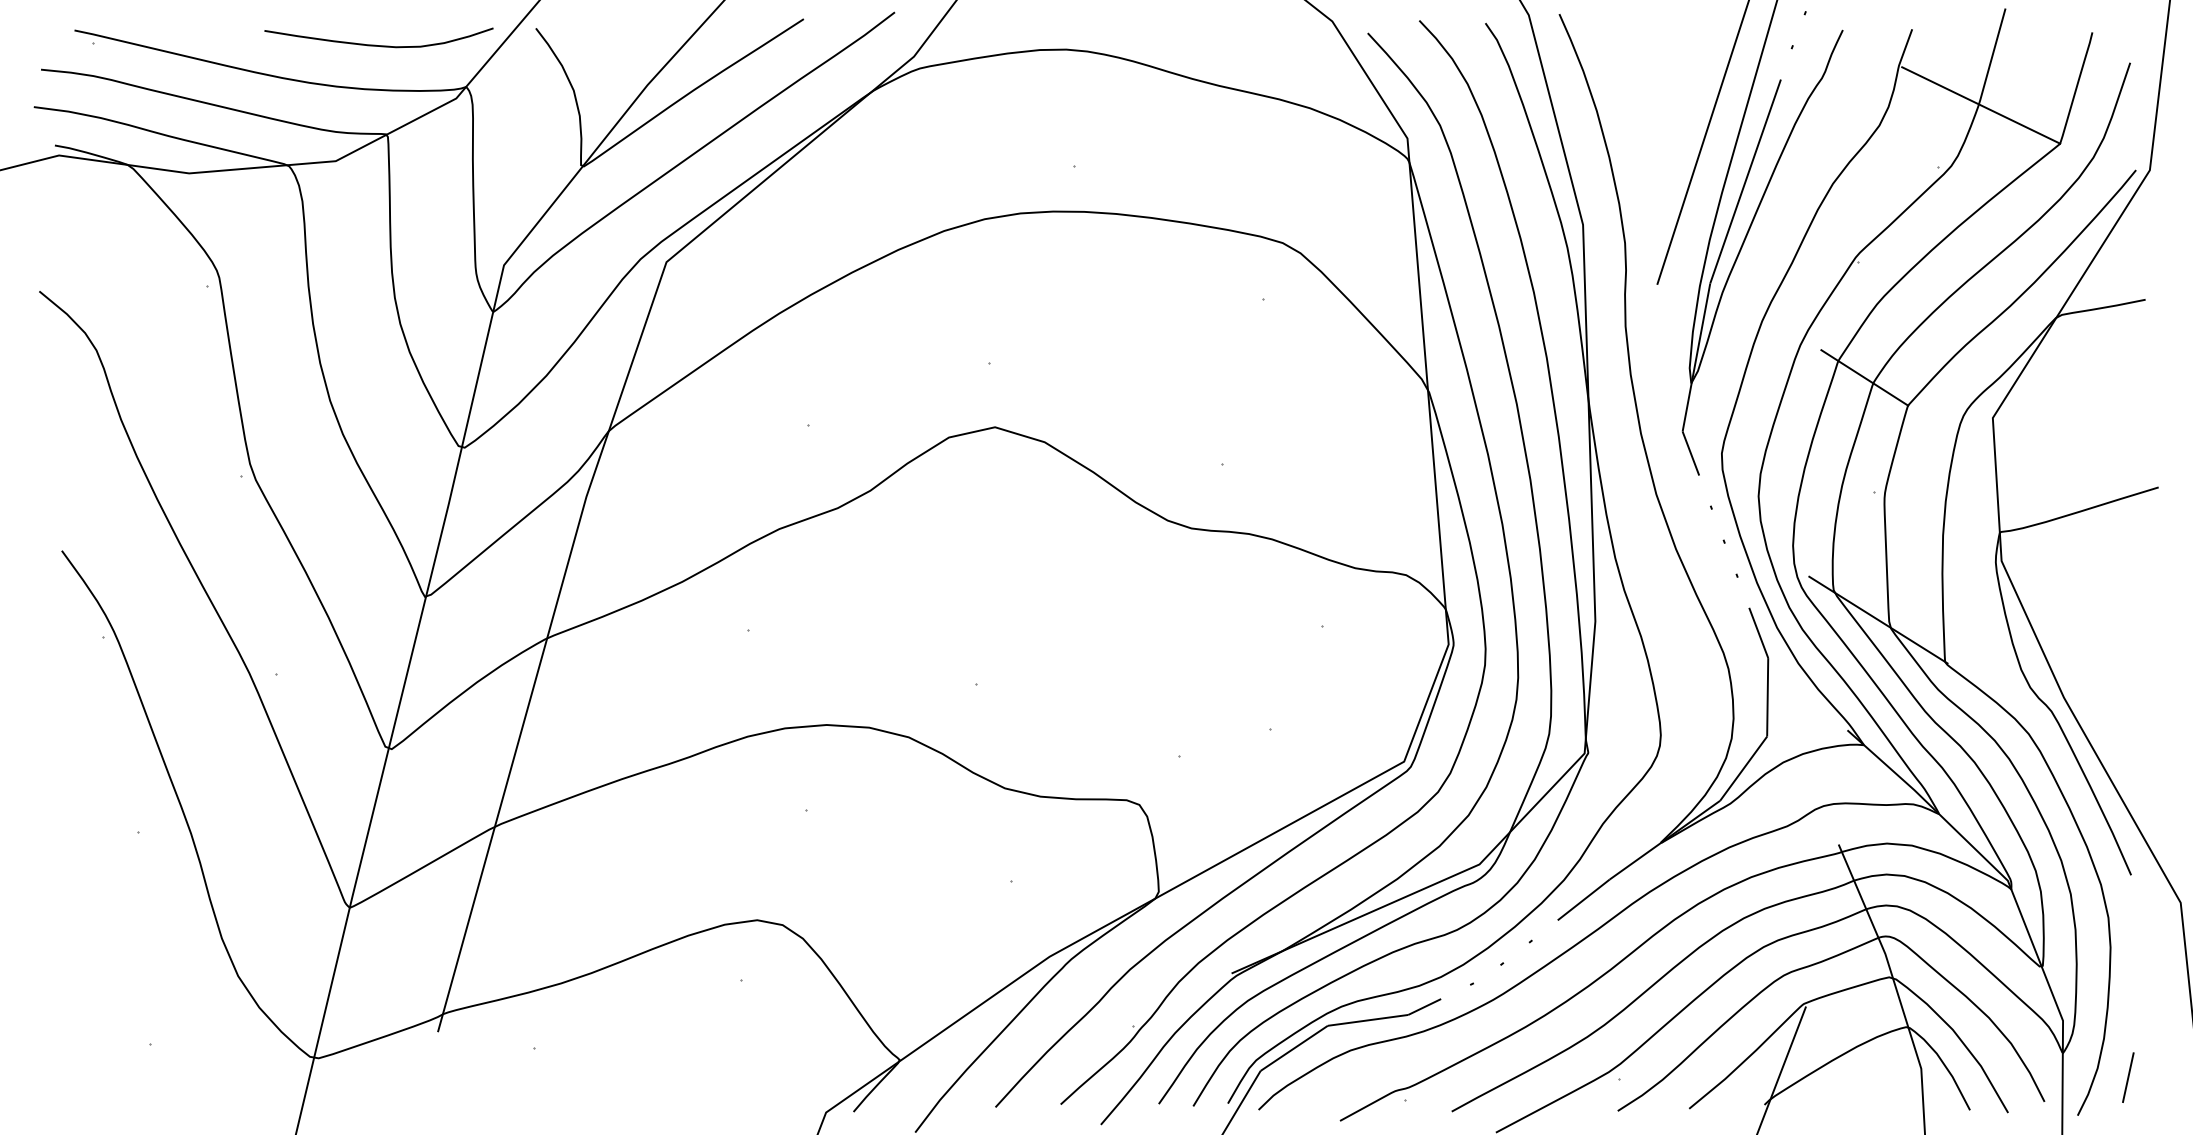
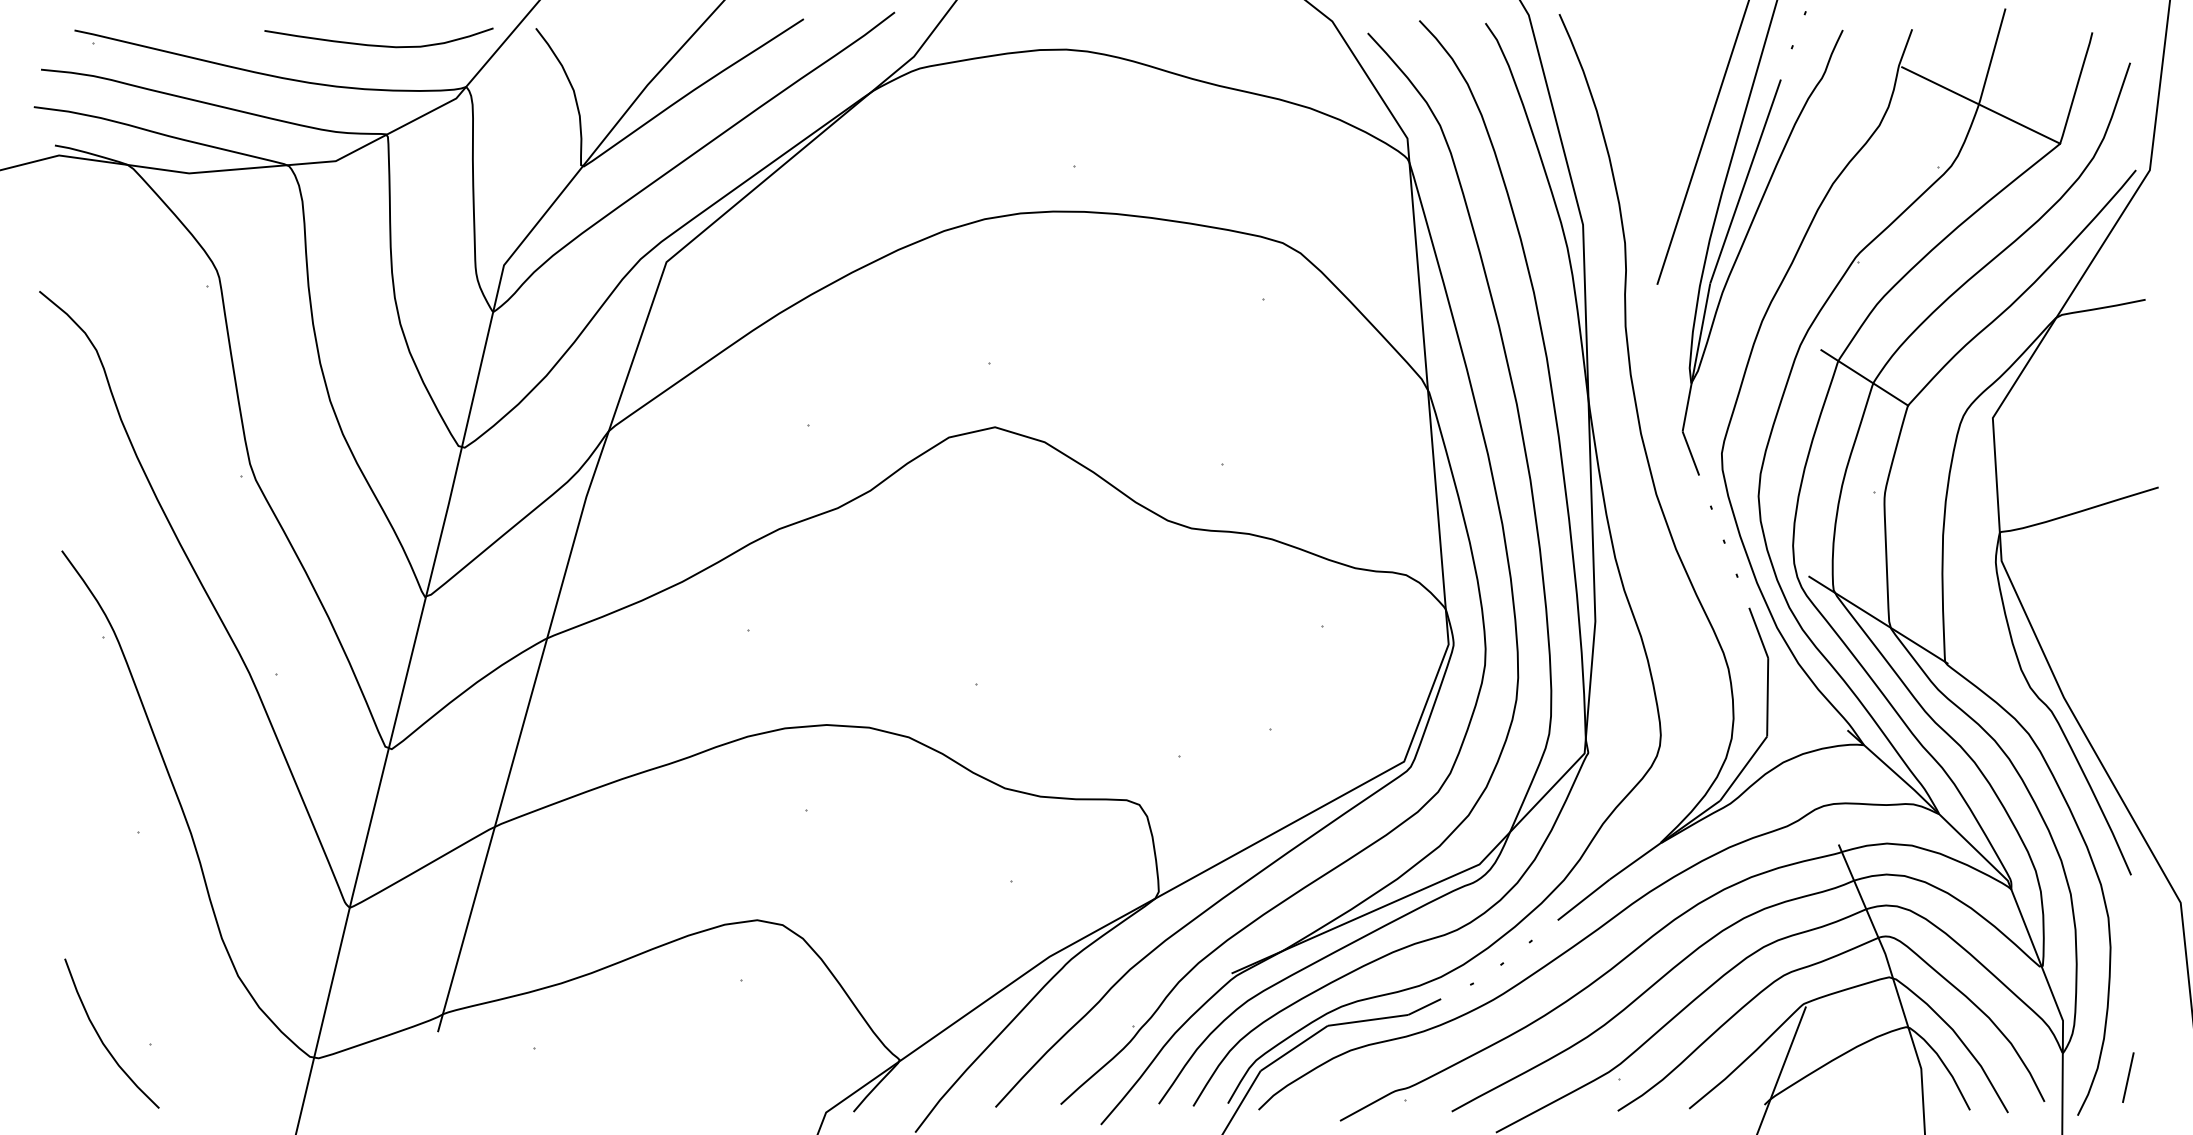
curve at (101, 1038): none -> present
